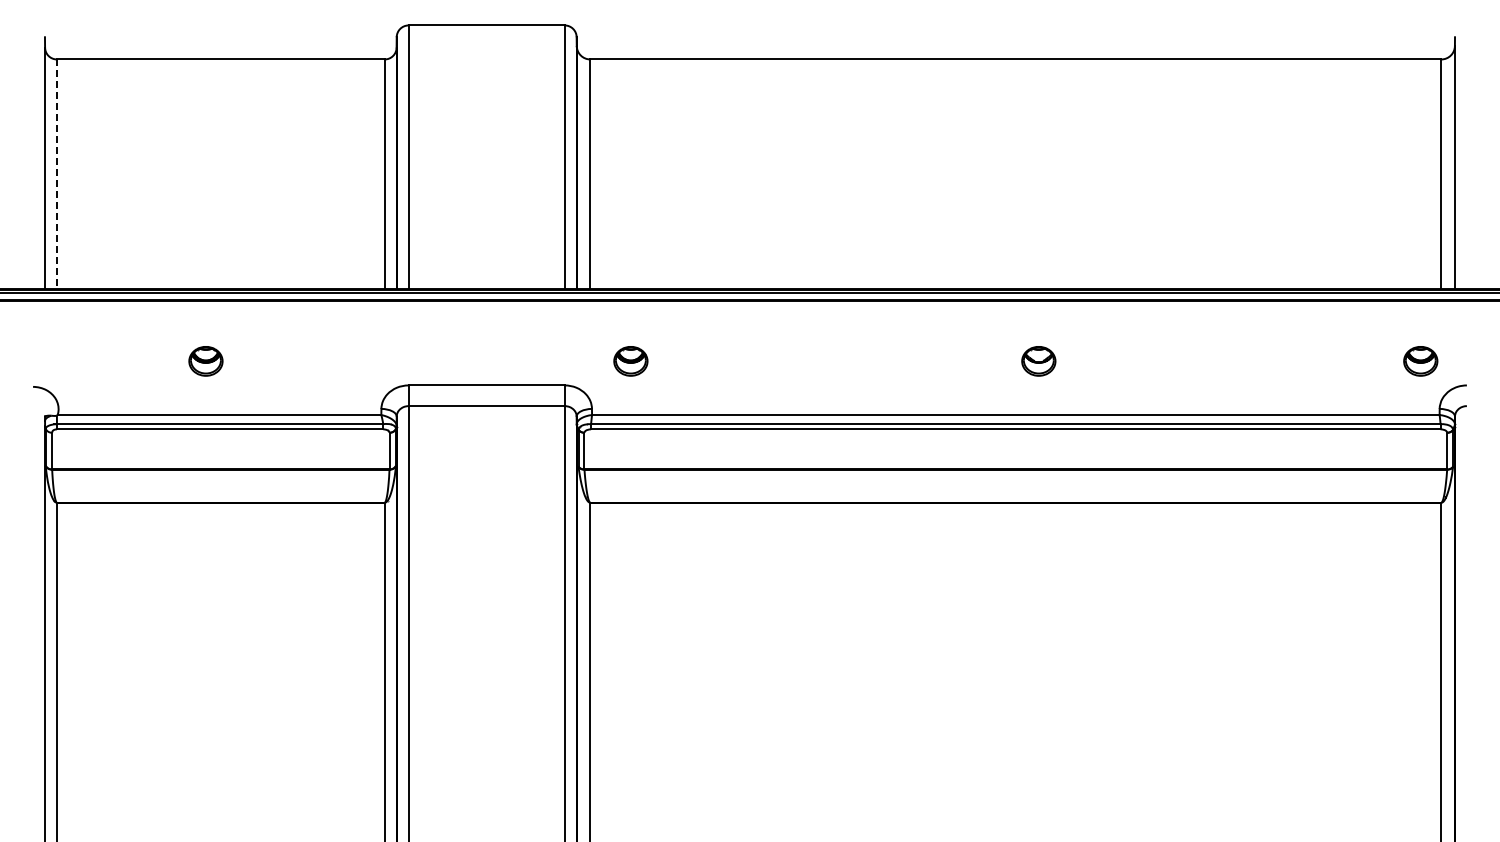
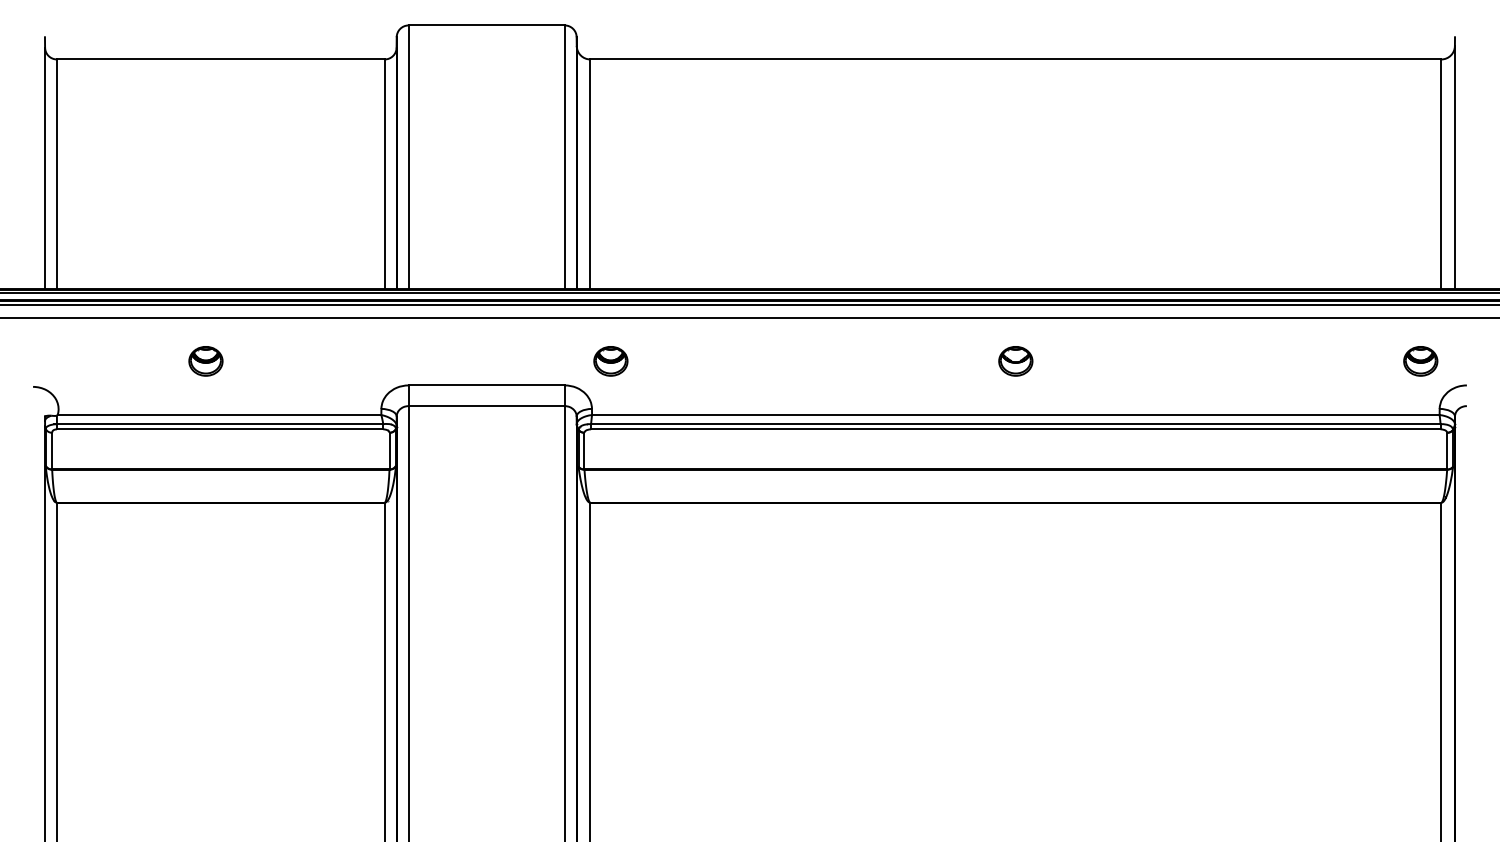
line at (56, 174): dashed -> solid
line at (749, 304): none -> present
line at (749, 318): none -> present
part at (630, 361) position: (630, 361) -> (610, 361)
part at (1038, 361) position: (1038, 361) -> (1015, 361)
